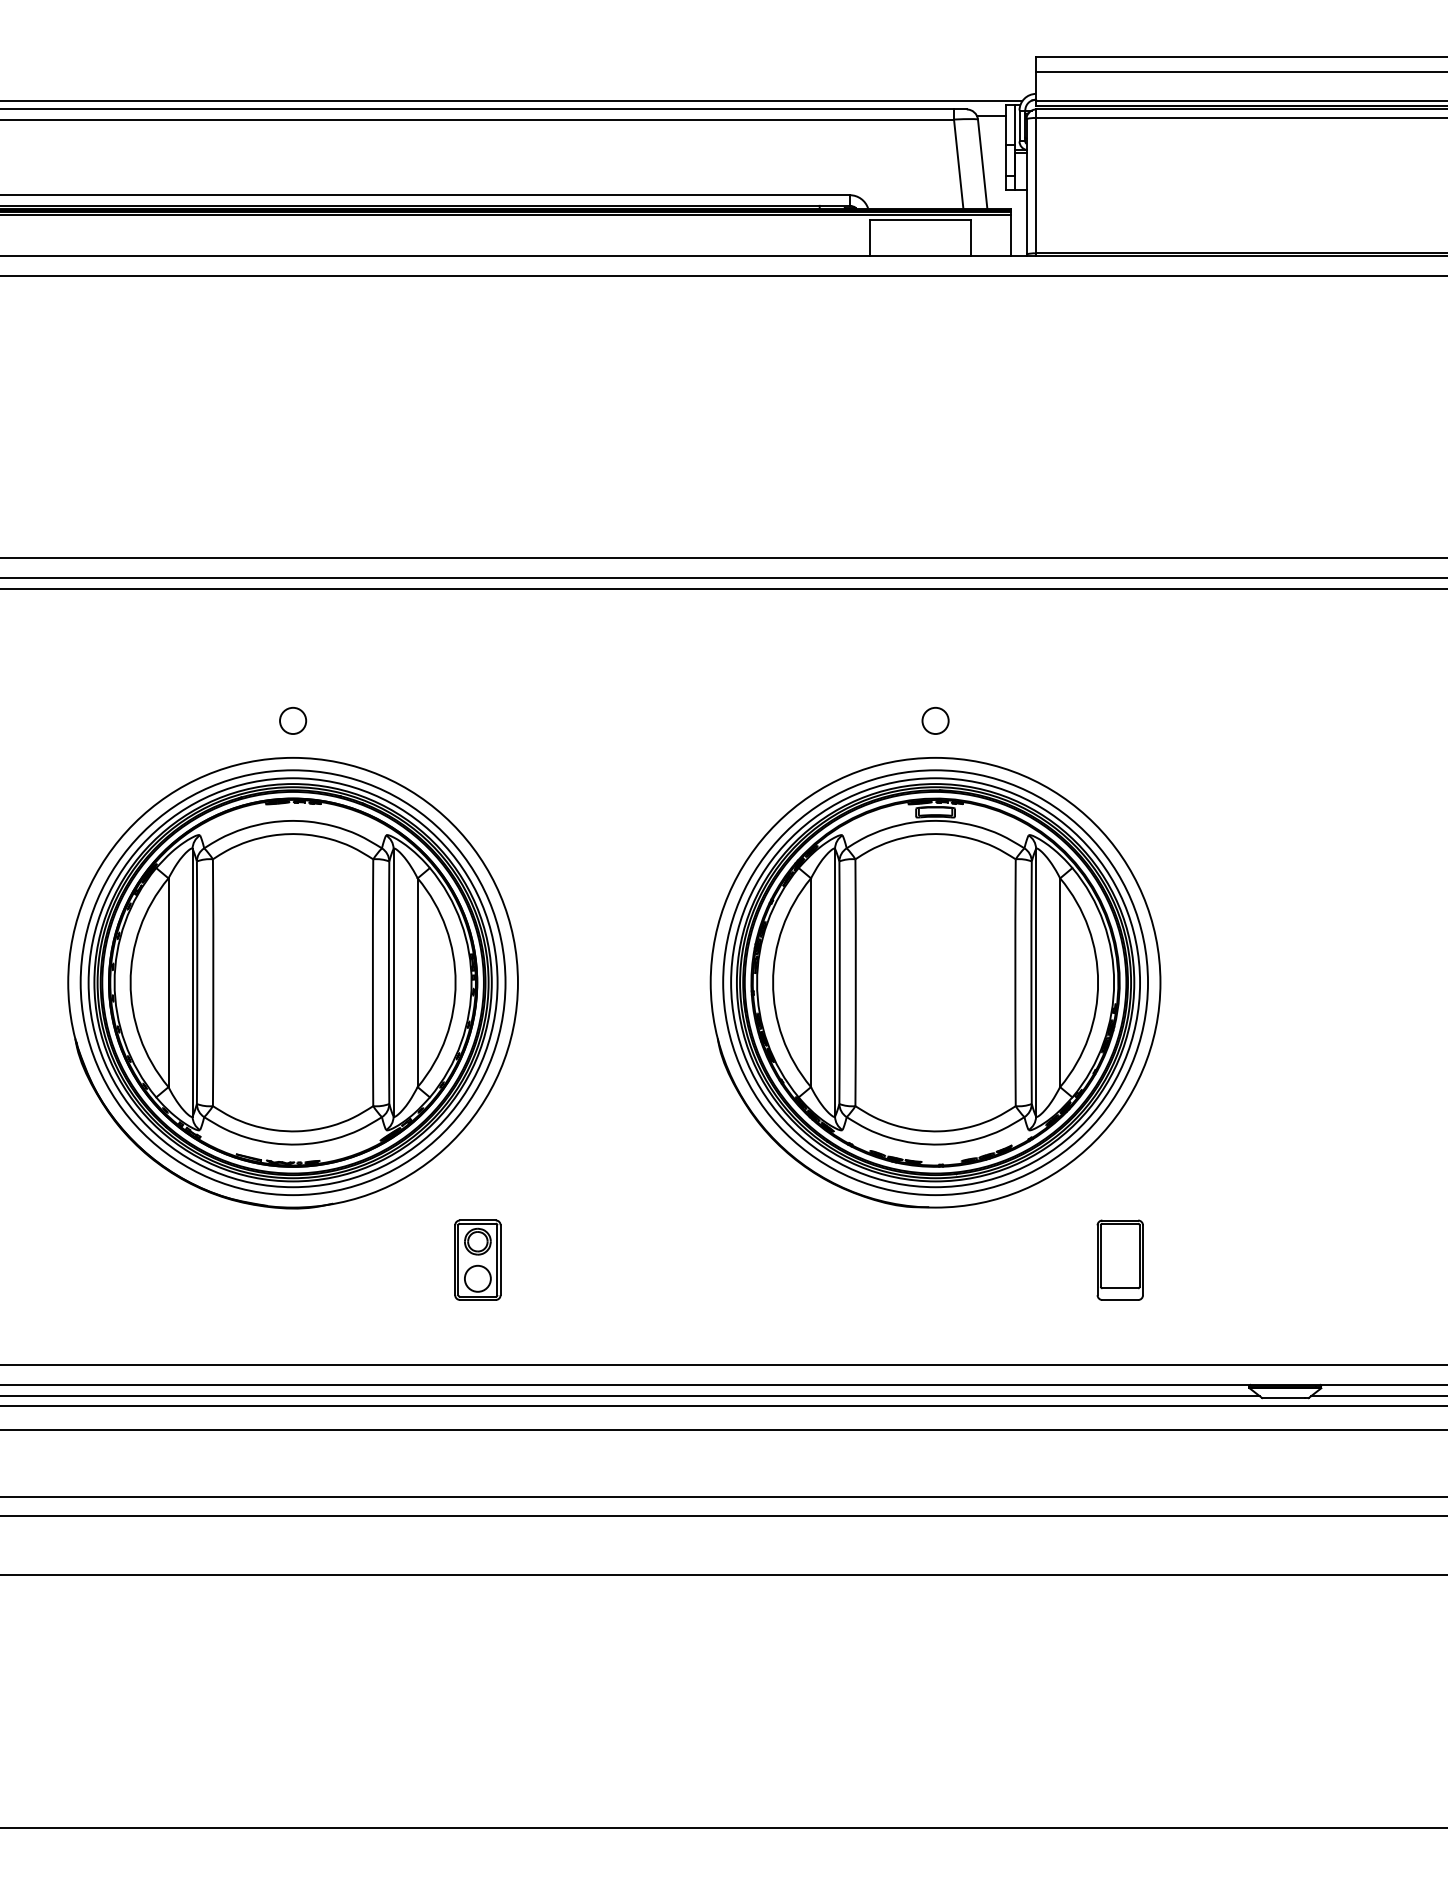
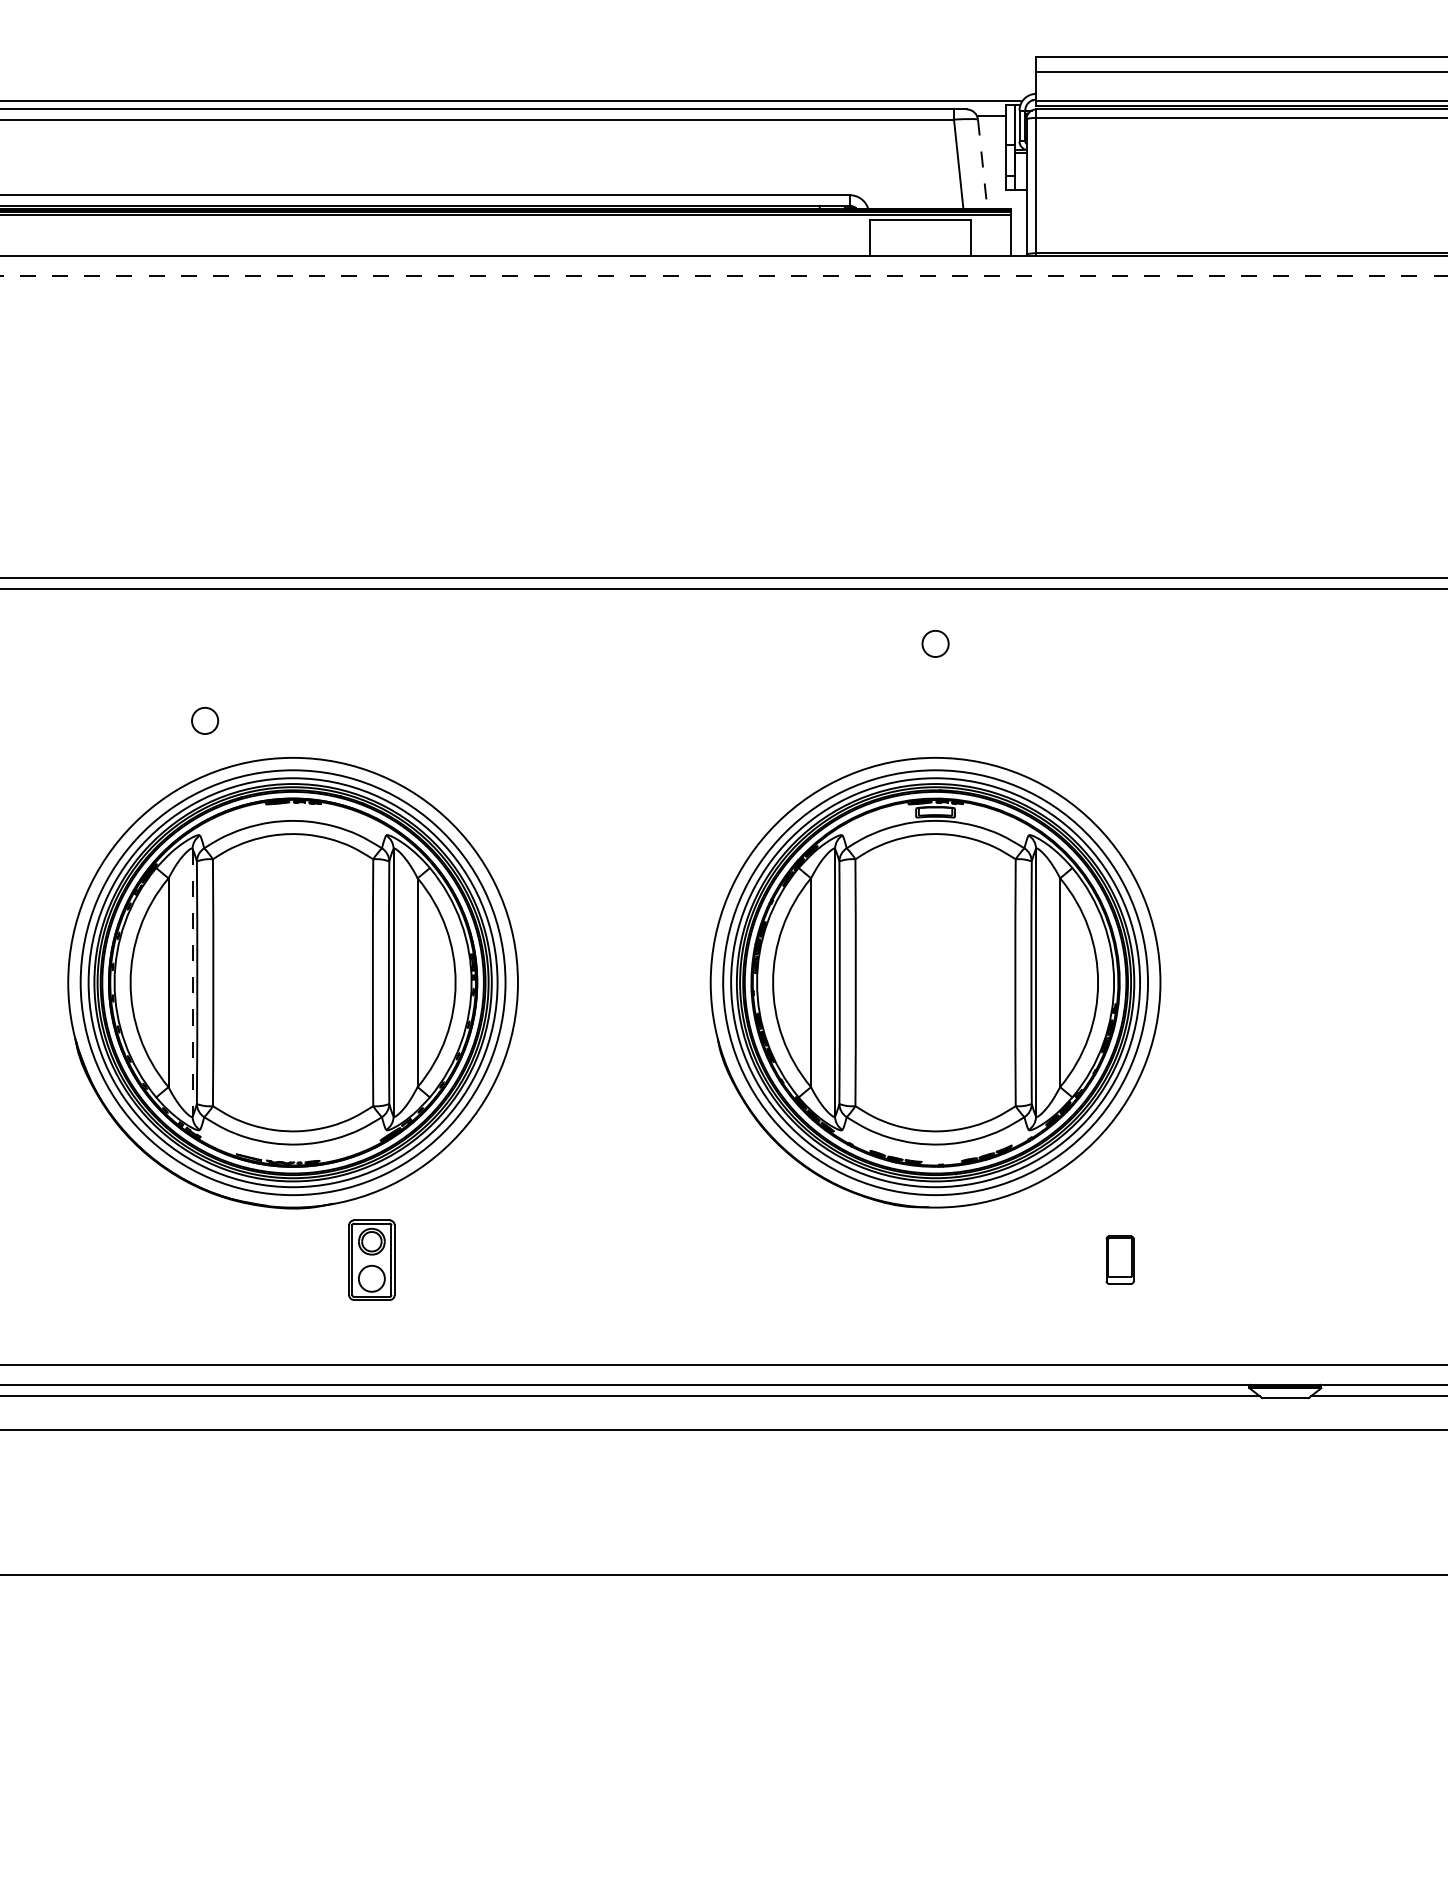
line at (982, 164): solid -> dashed
line at (724, 275): solid -> dashed
line at (723, 558): present -> none
circle at (293, 720) position: (293, 720) -> (205, 720)
circle at (935, 720) position: (935, 720) -> (935, 643)
line at (192, 982): solid -> dashed
part at (477, 1259) position: (477, 1259) -> (371, 1259)
part at (1119, 1259) size: 48x82 px -> 30x50 px
line at (723, 1405): present -> none
line at (723, 1497): present -> none
line at (723, 1516): present -> none
line at (723, 1828): present -> none
